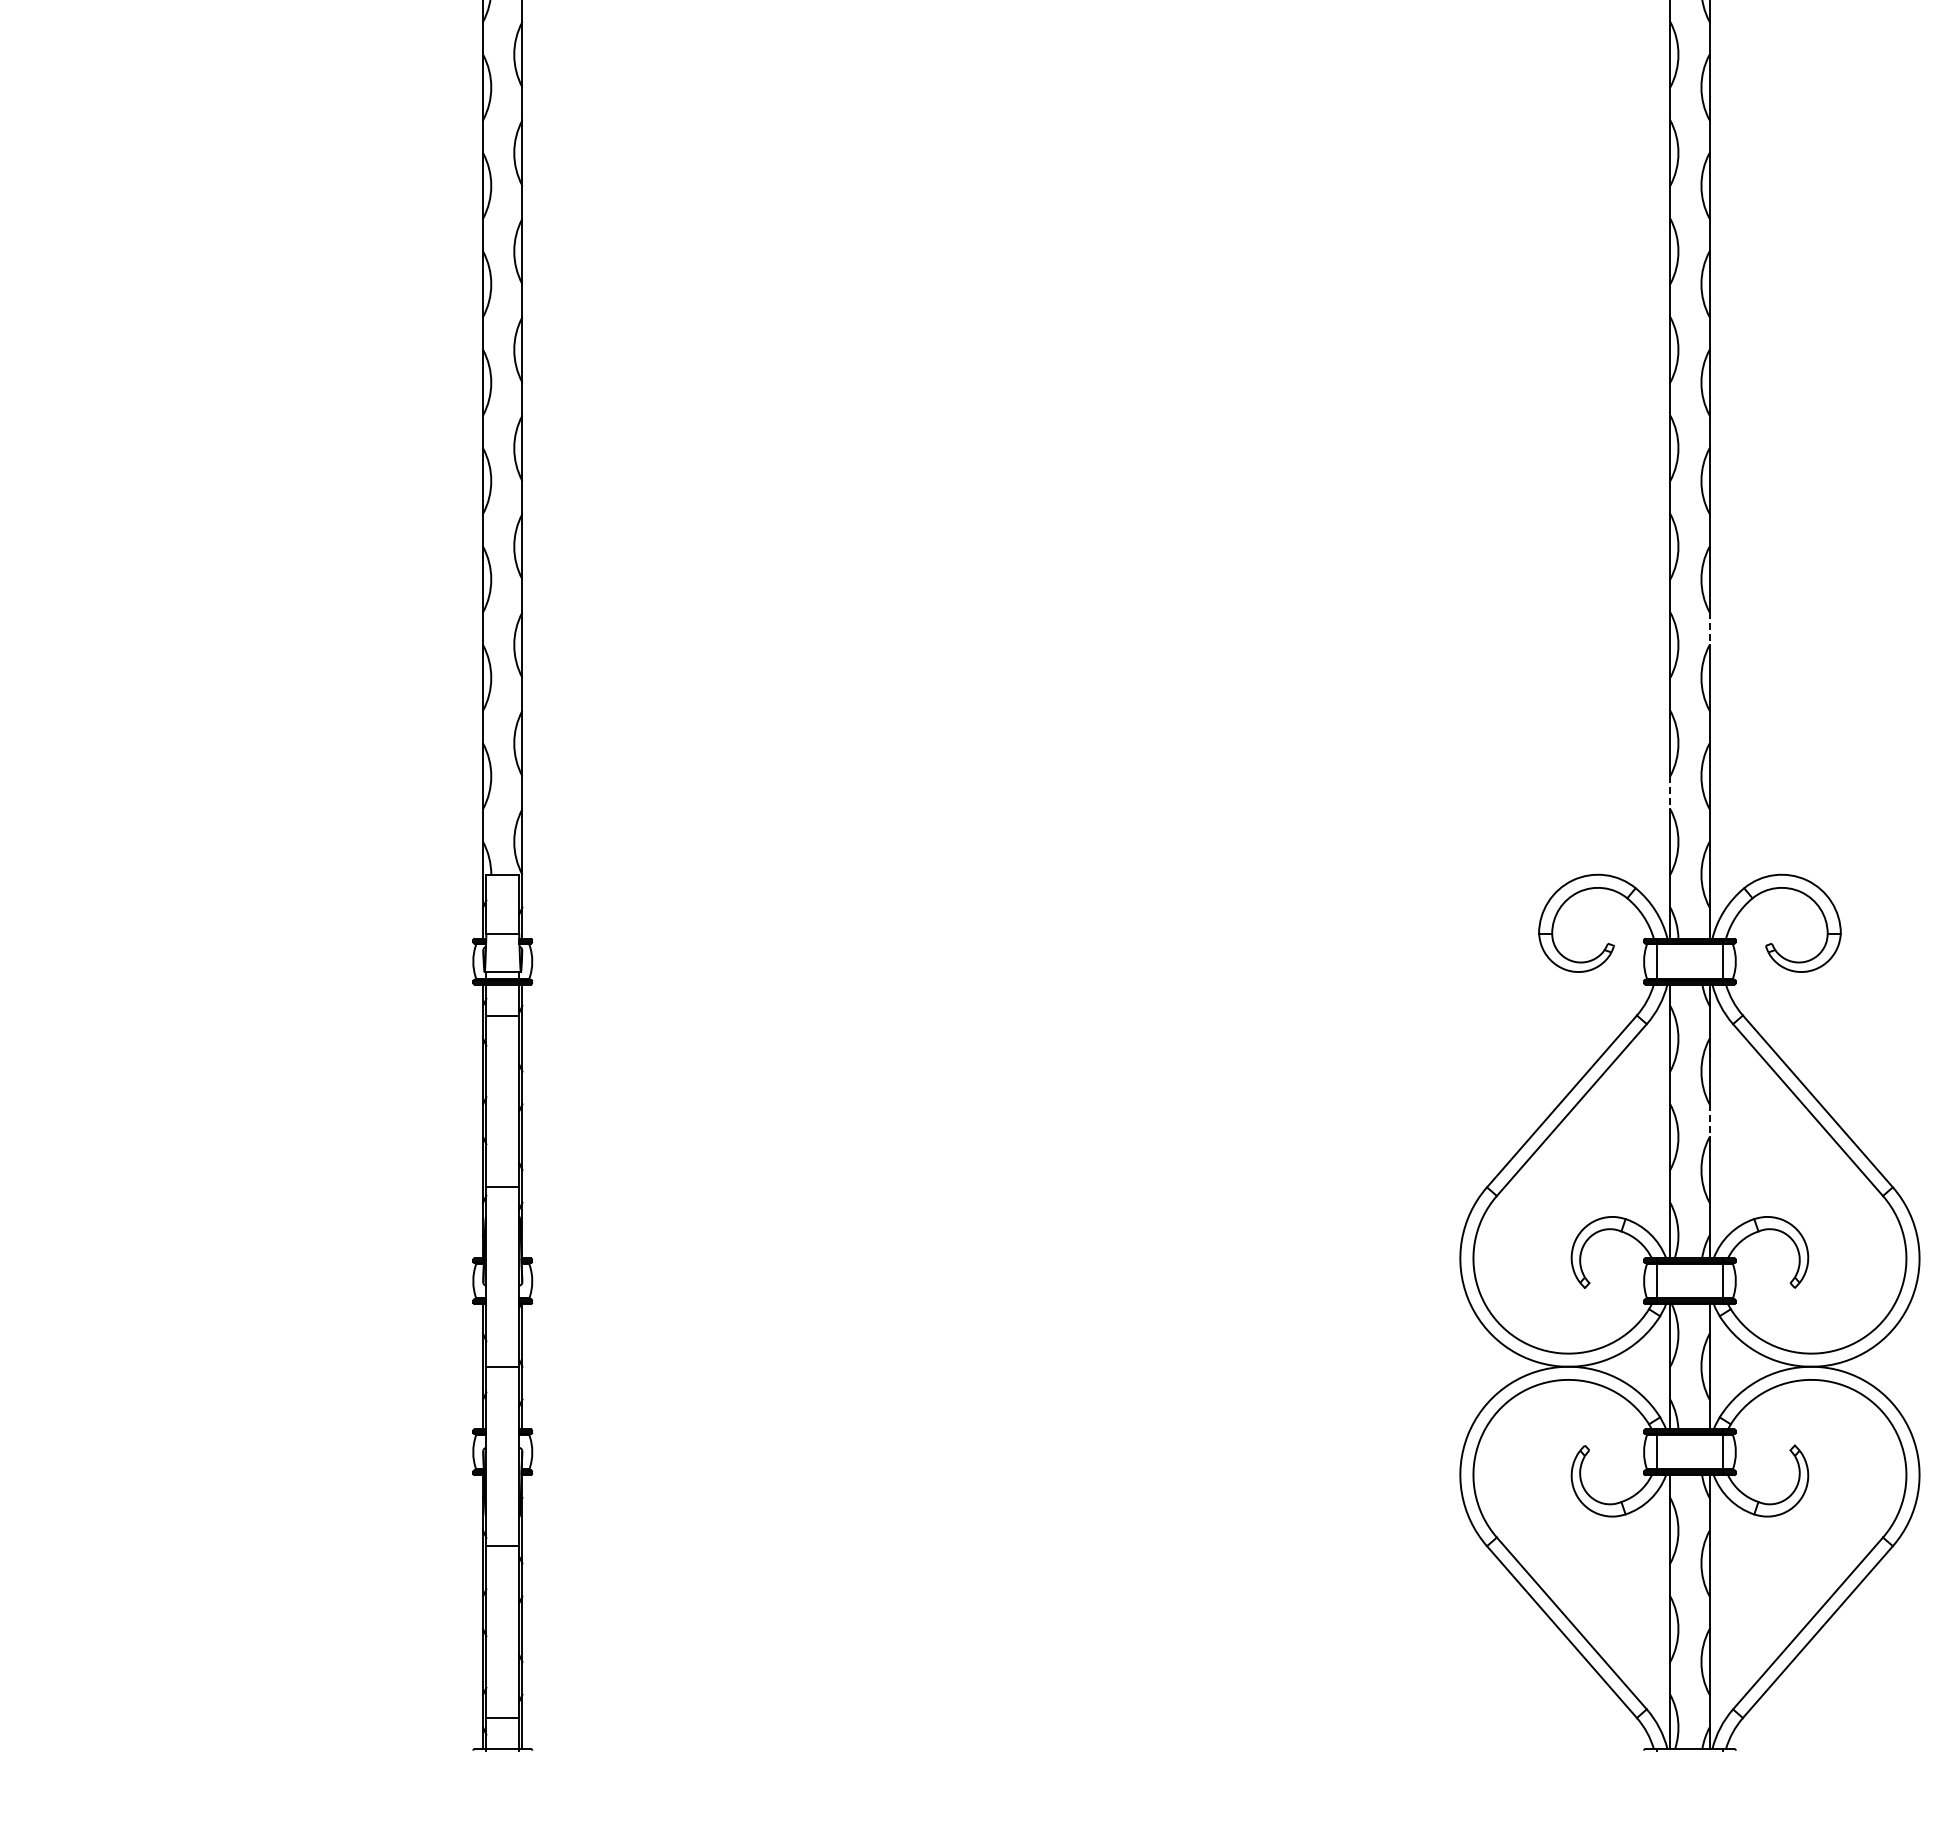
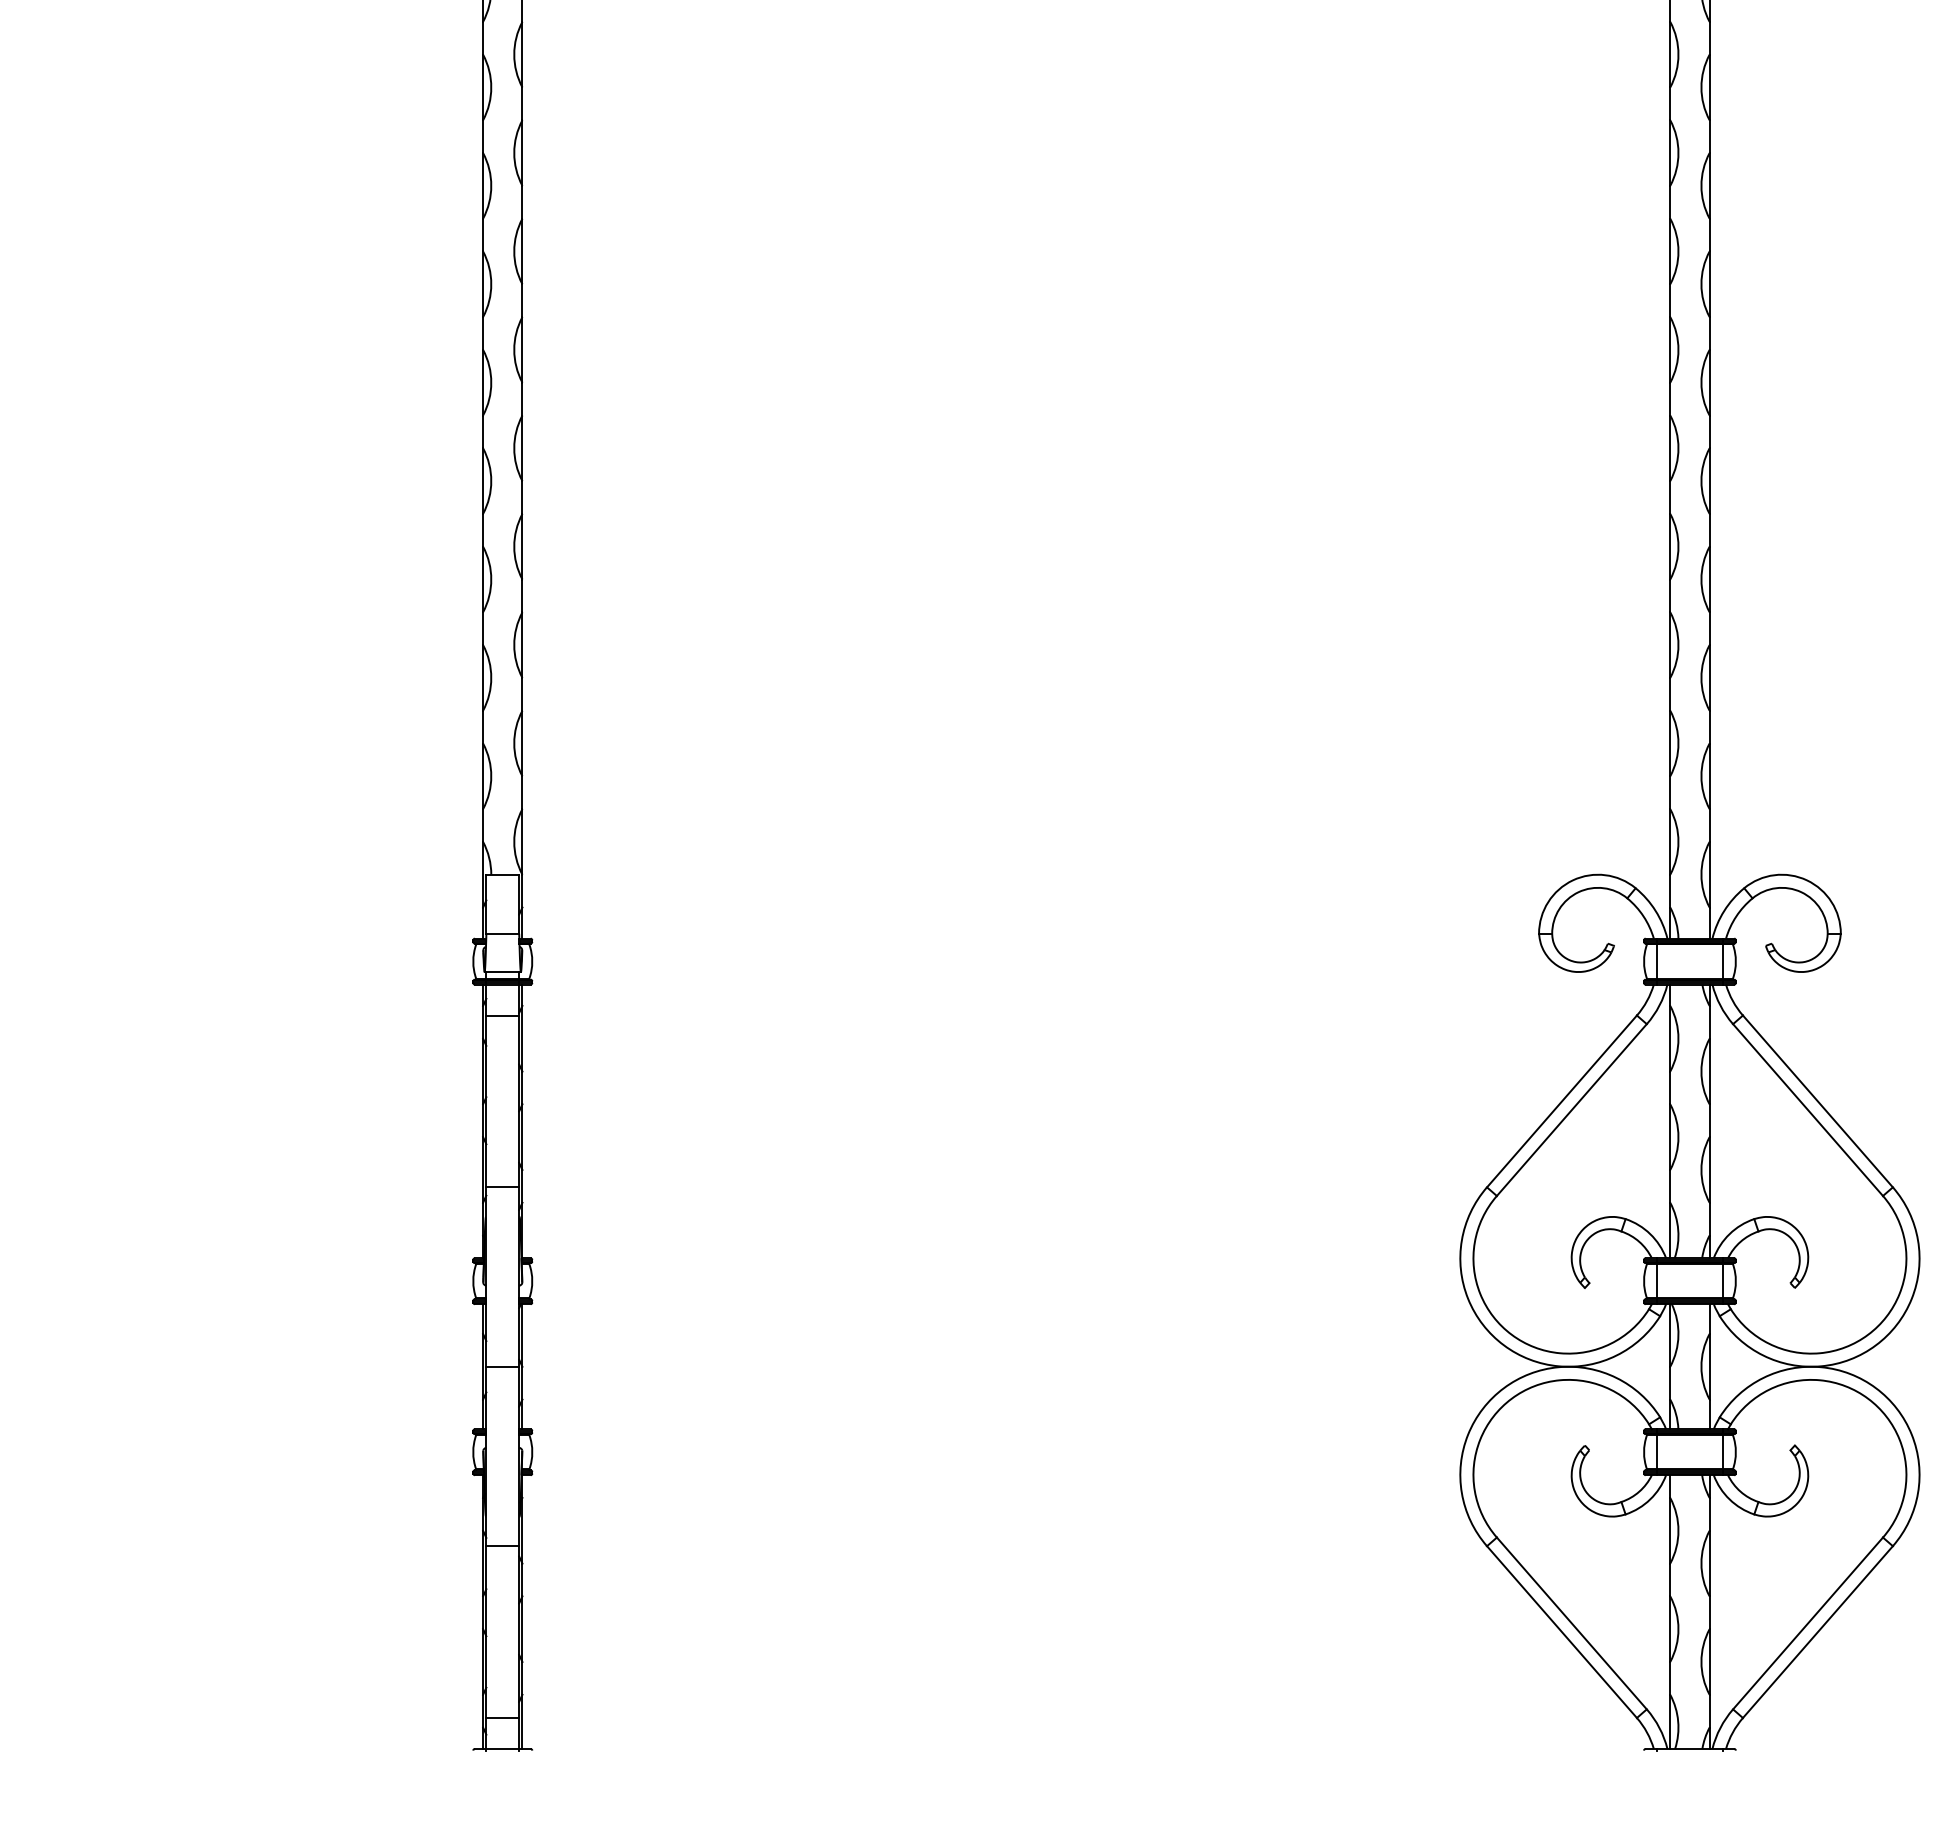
line at (1709, 629): dashed -> solid
line at (1670, 793): dashed -> solid
line at (1709, 1121): dashed -> solid
